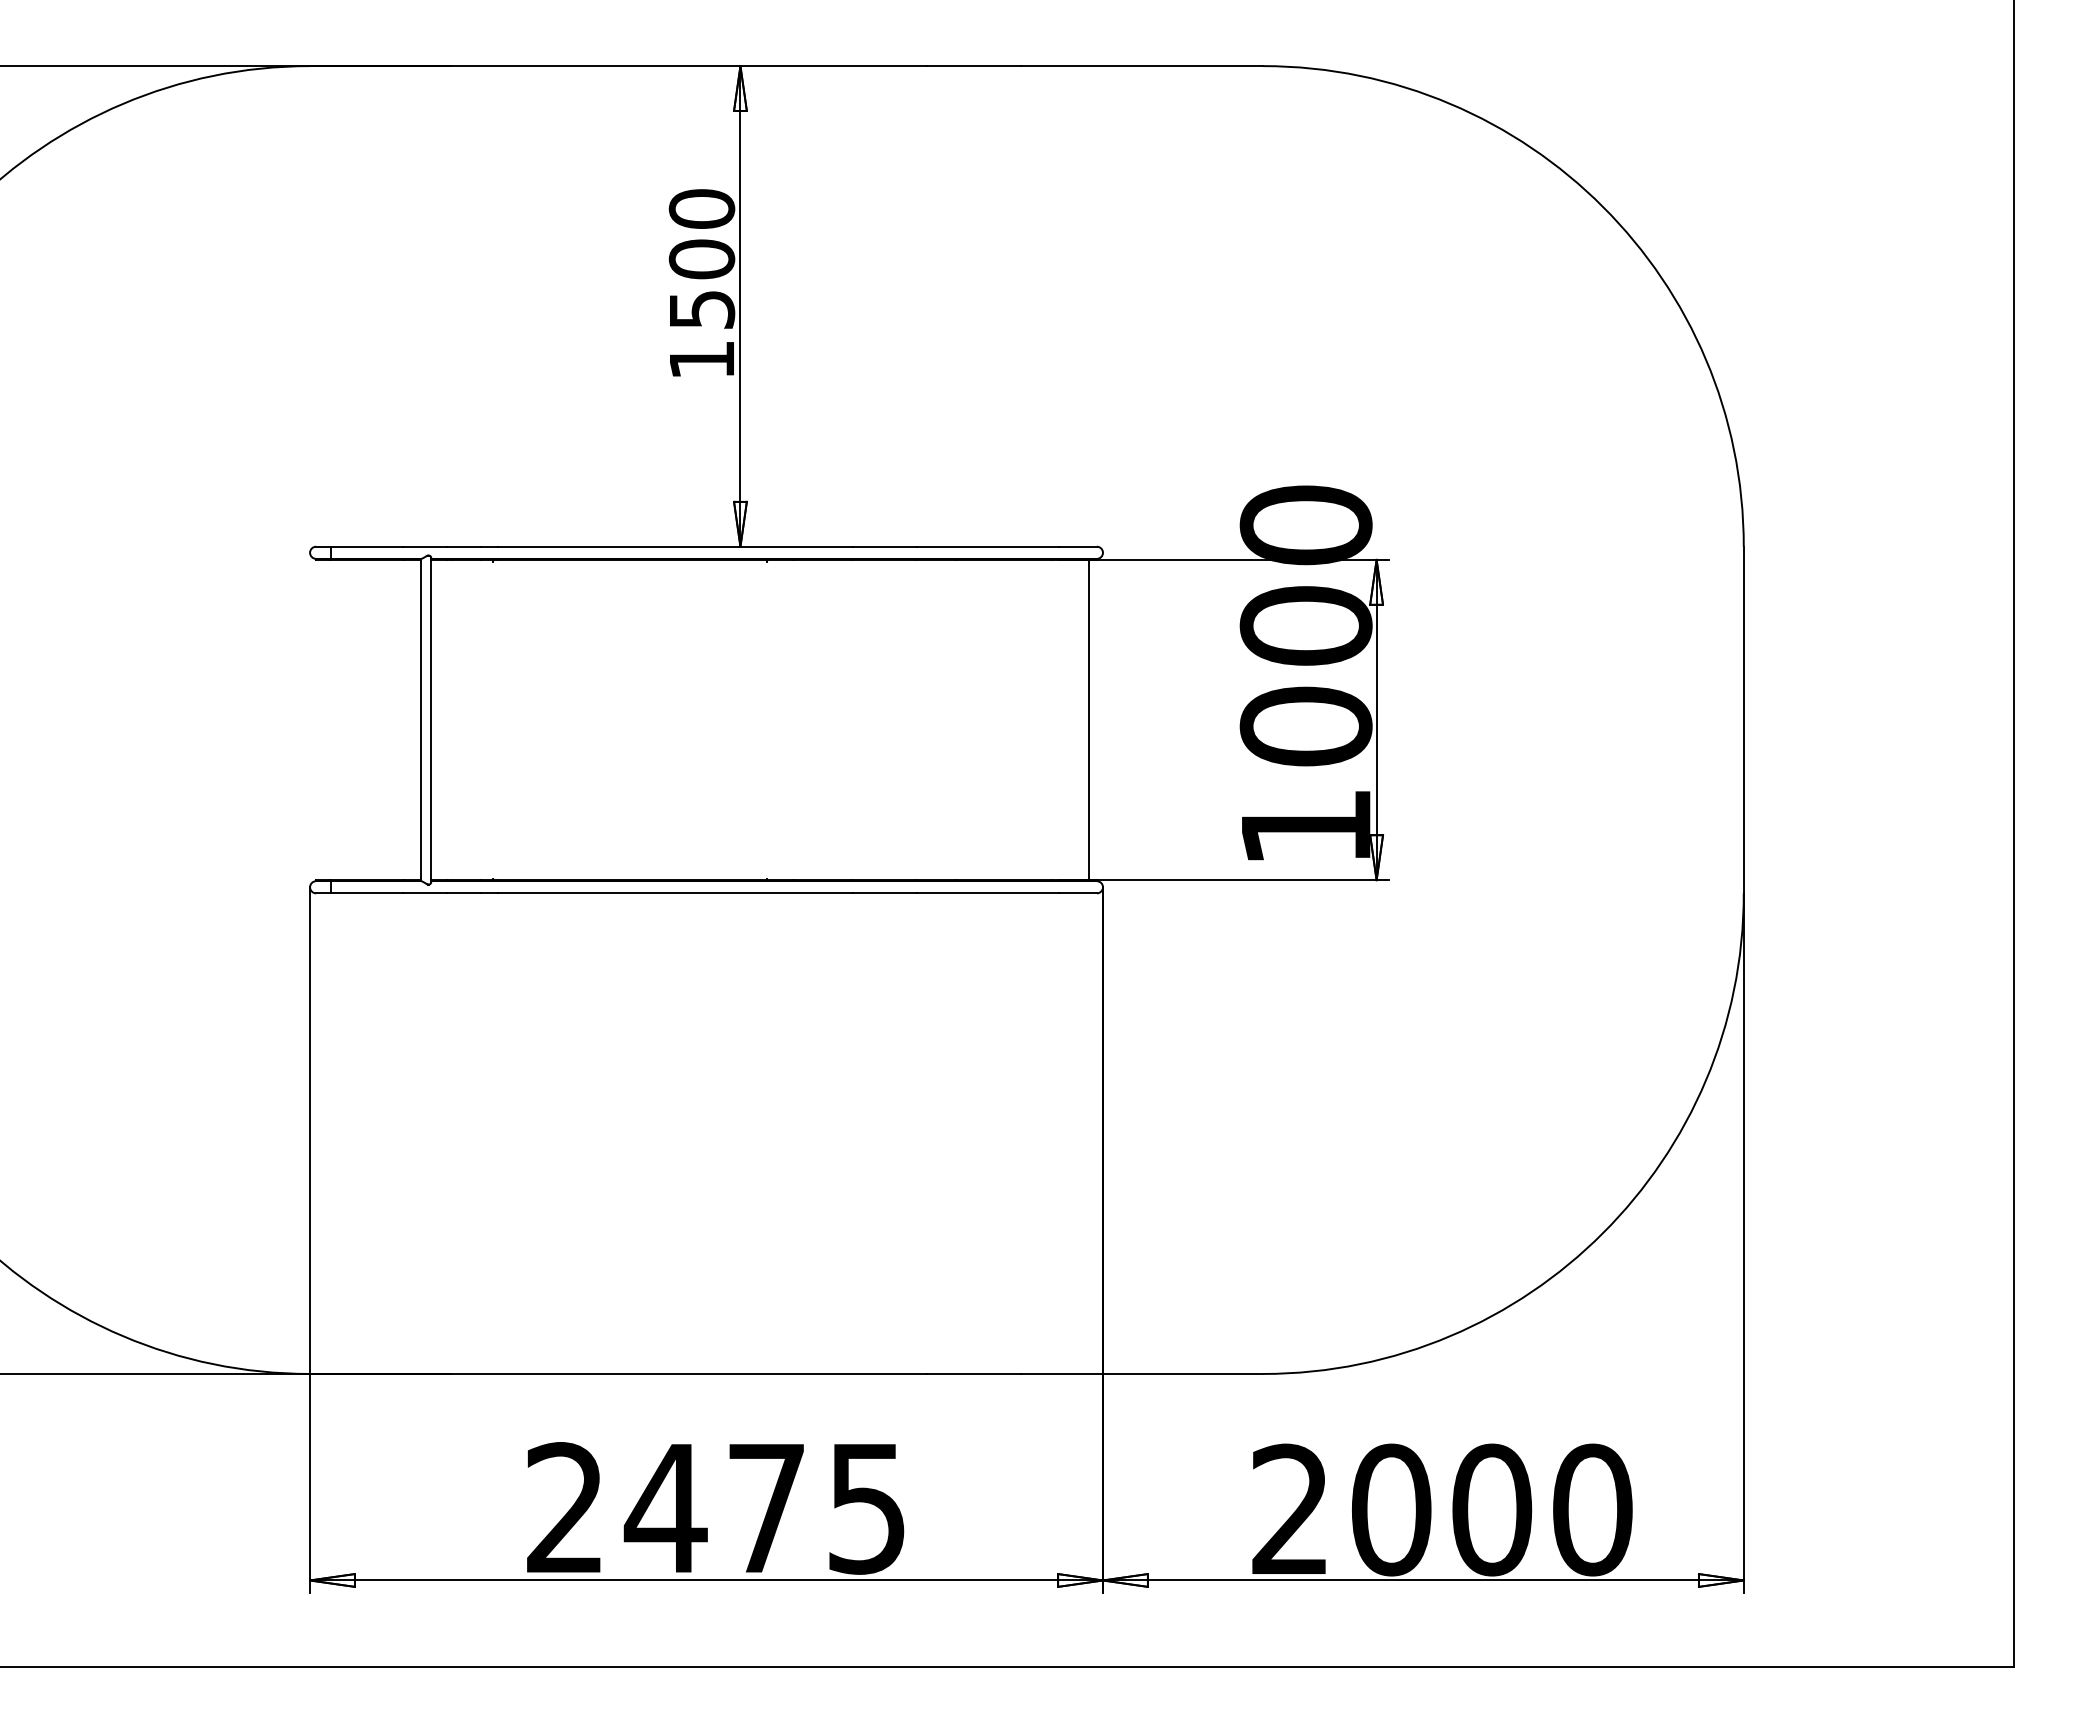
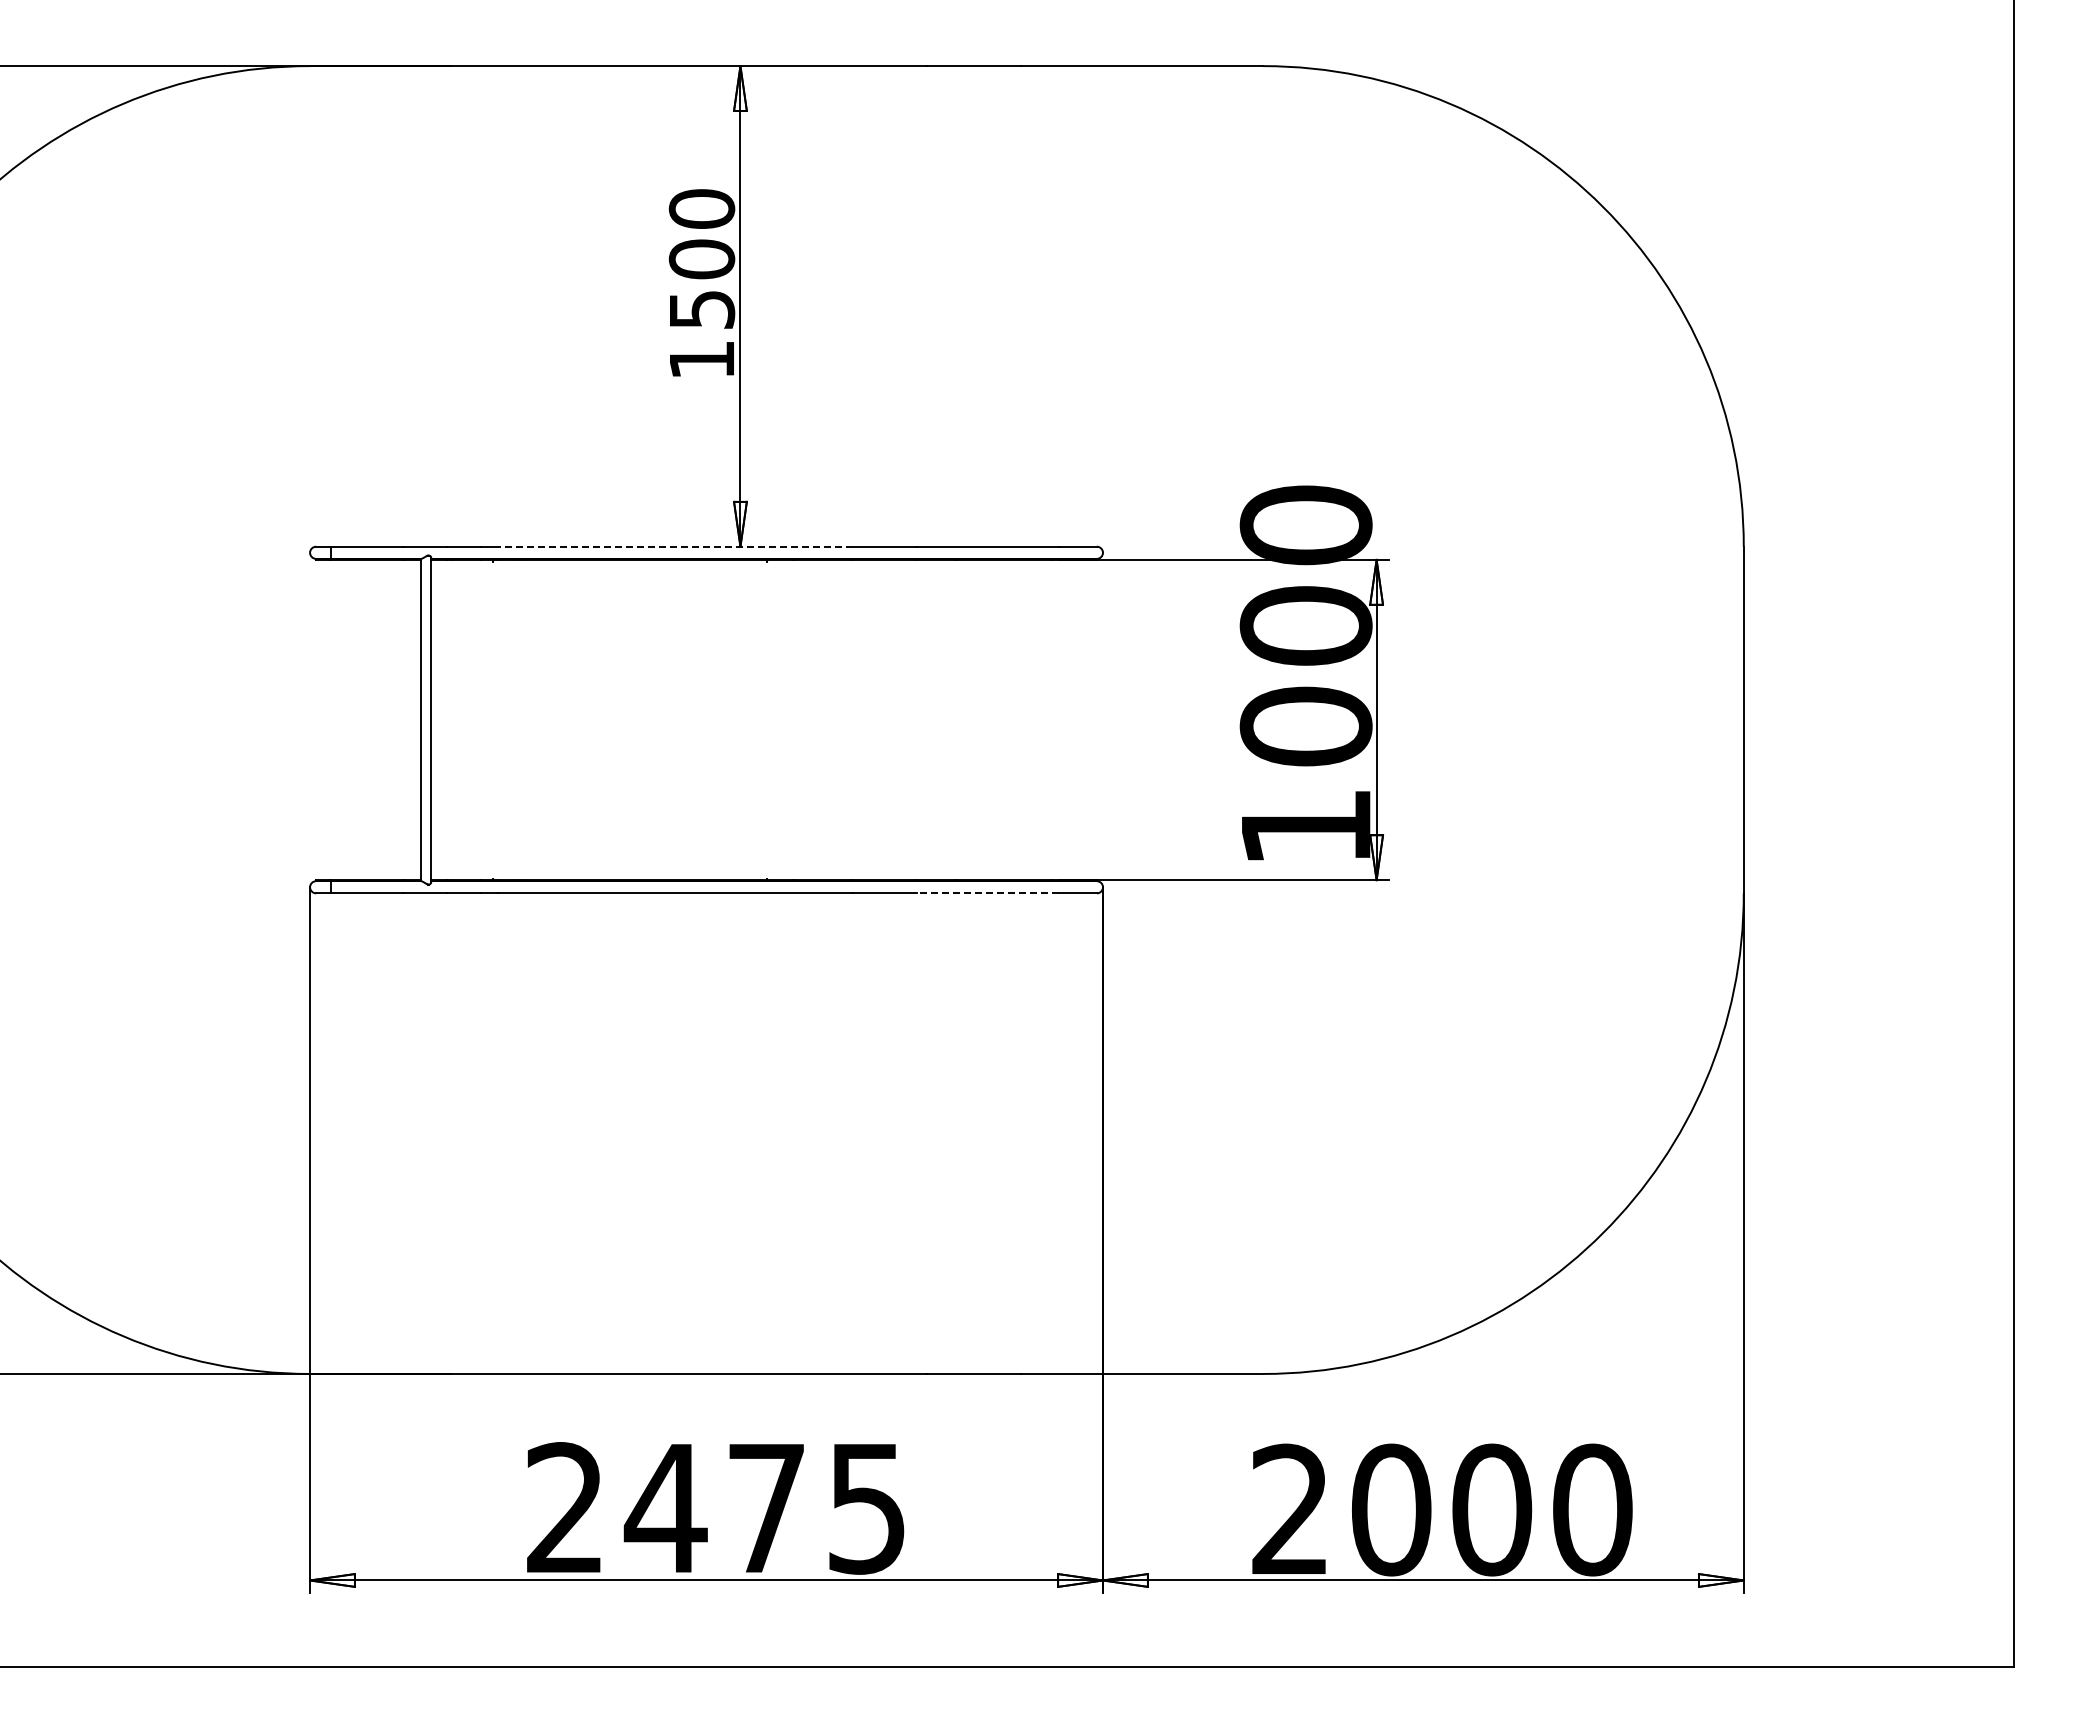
line at (675, 546): solid -> dashed
line at (1088, 719): present -> none
line at (987, 893): solid -> dashed
